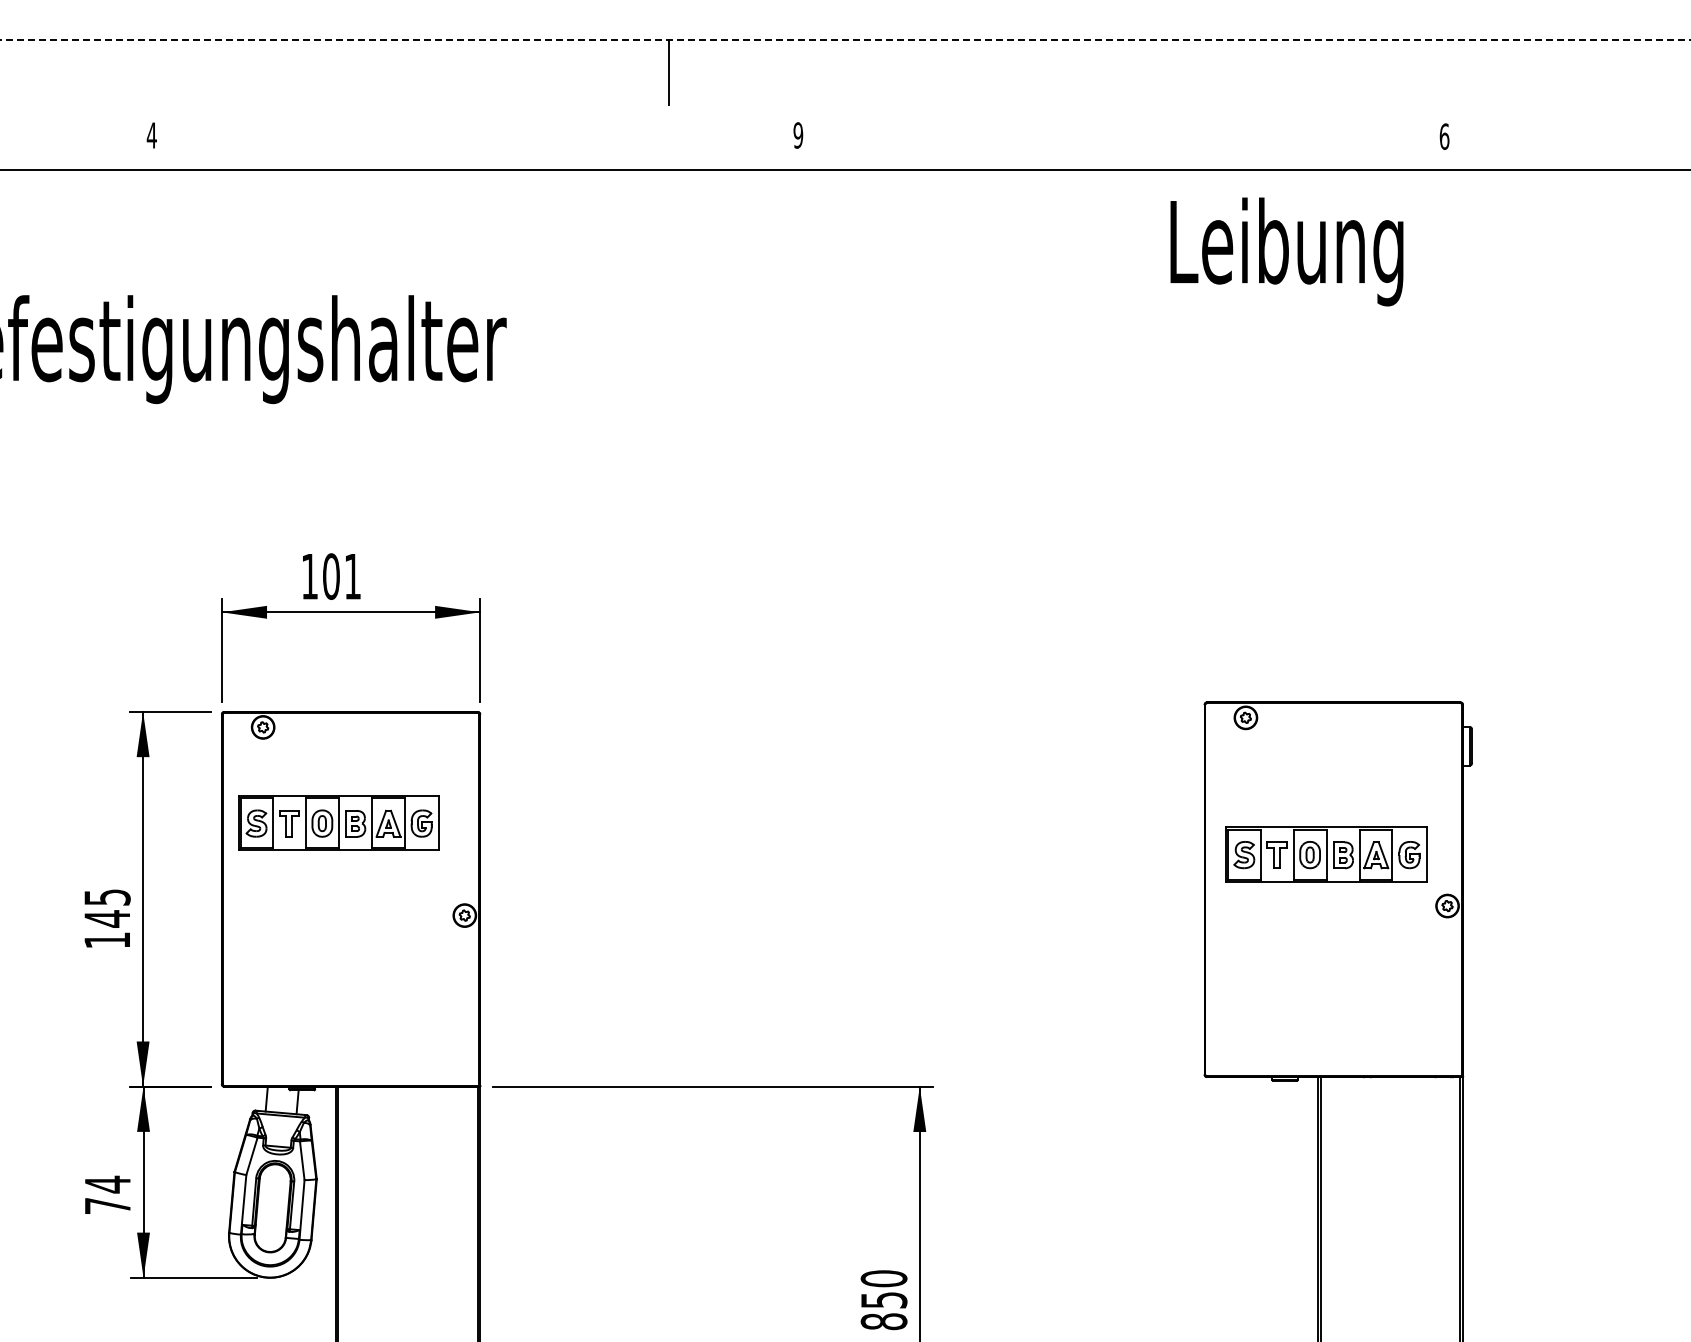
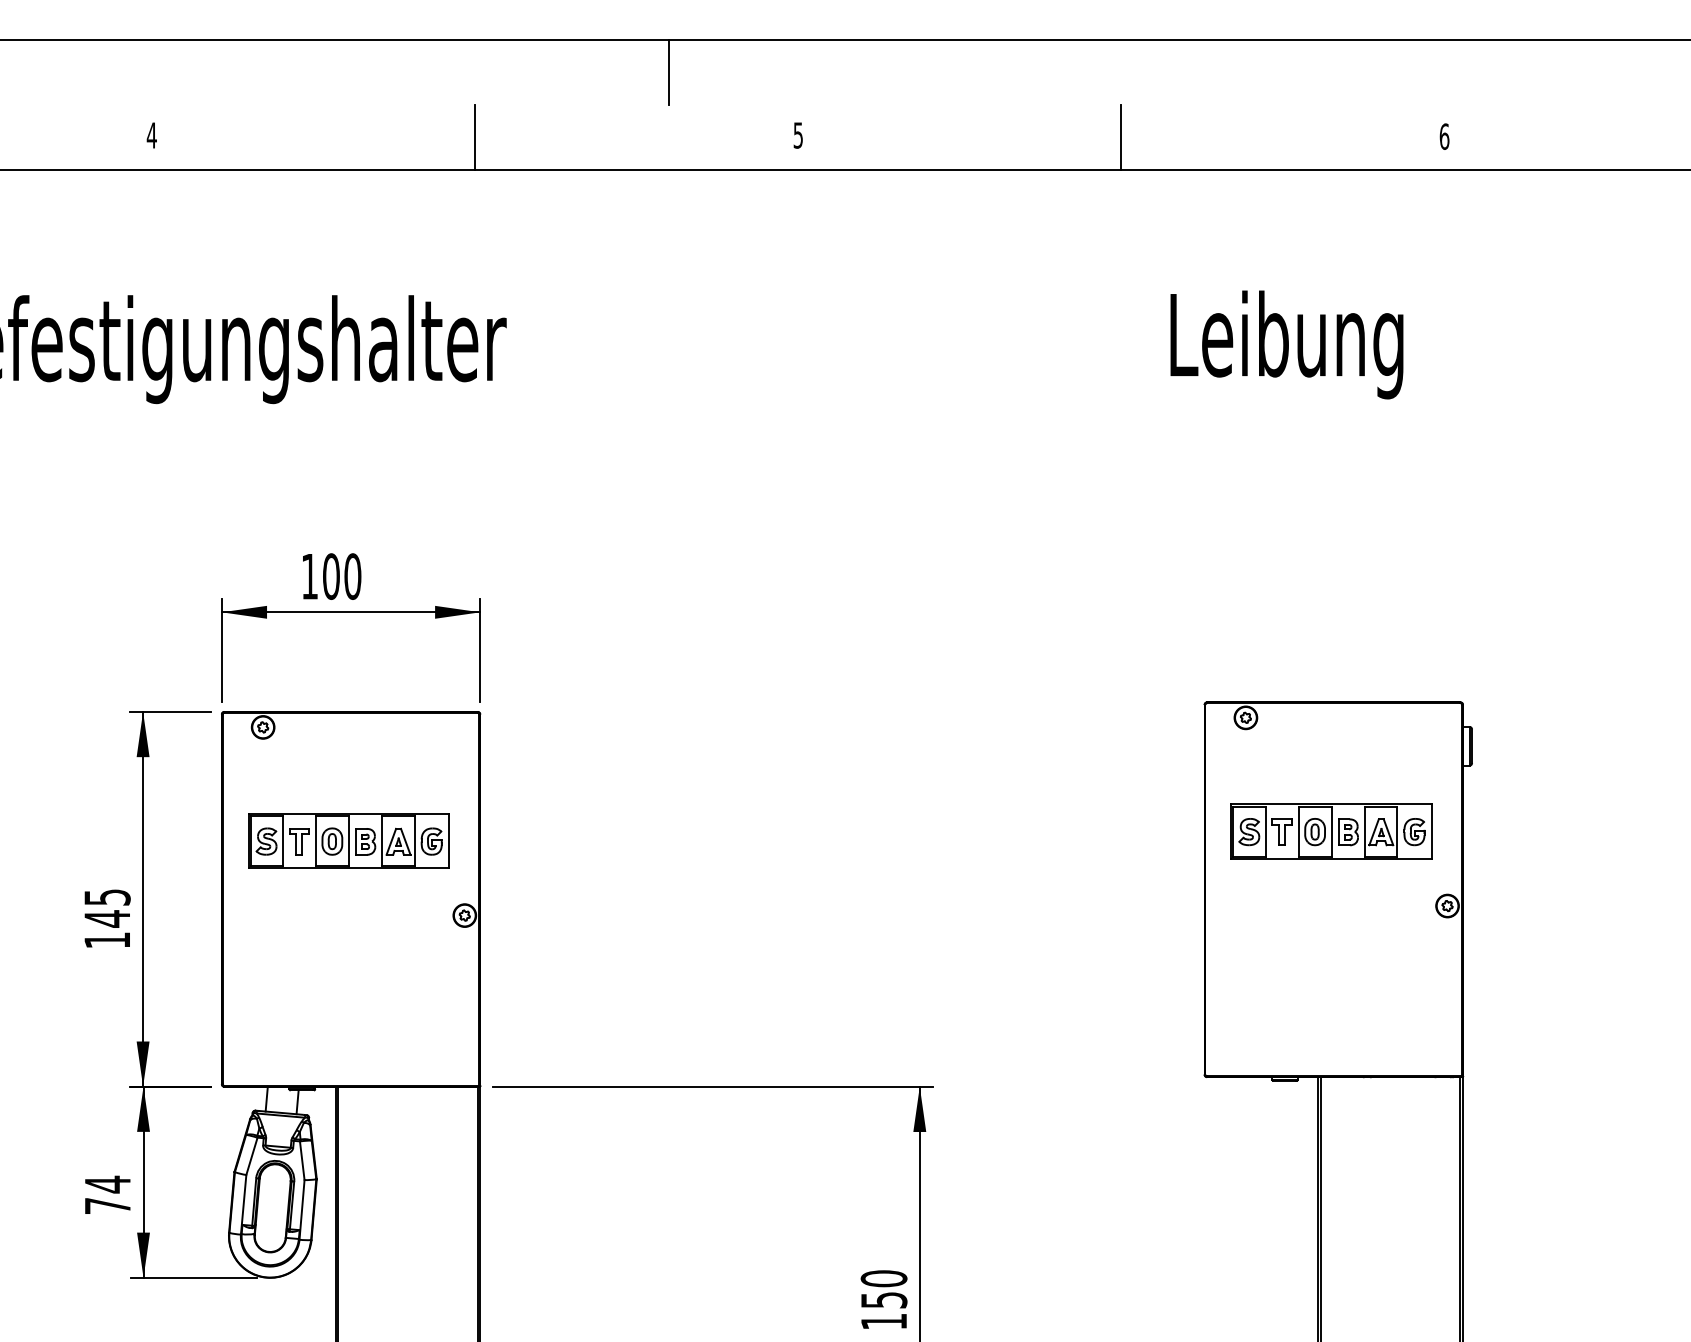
line at (845, 40): dashed -> solid
text at (798, 135): 9 -> 5
line at (474, 136): none -> present
line at (1121, 136): none -> present
text at (1286, 251) position: (1286, 251) -> (1286, 344)
text at (352, 576): 101 -> 100
part at (338, 822) position: (338, 822) -> (348, 840)
part at (1326, 854) position: (1326, 854) -> (1331, 831)
text at (883, 1321): 850 -> 150
